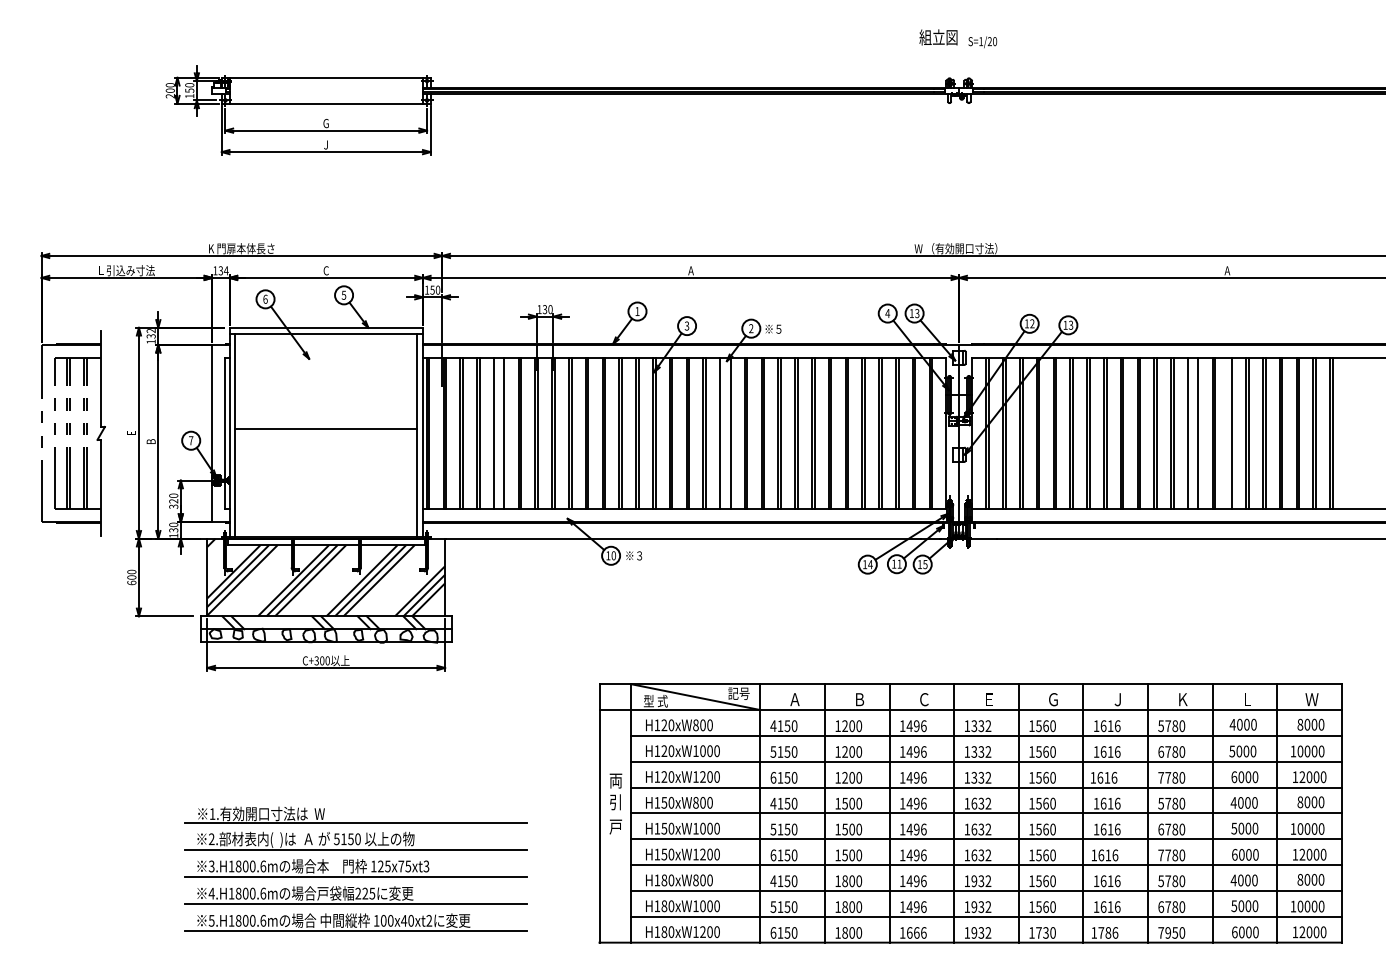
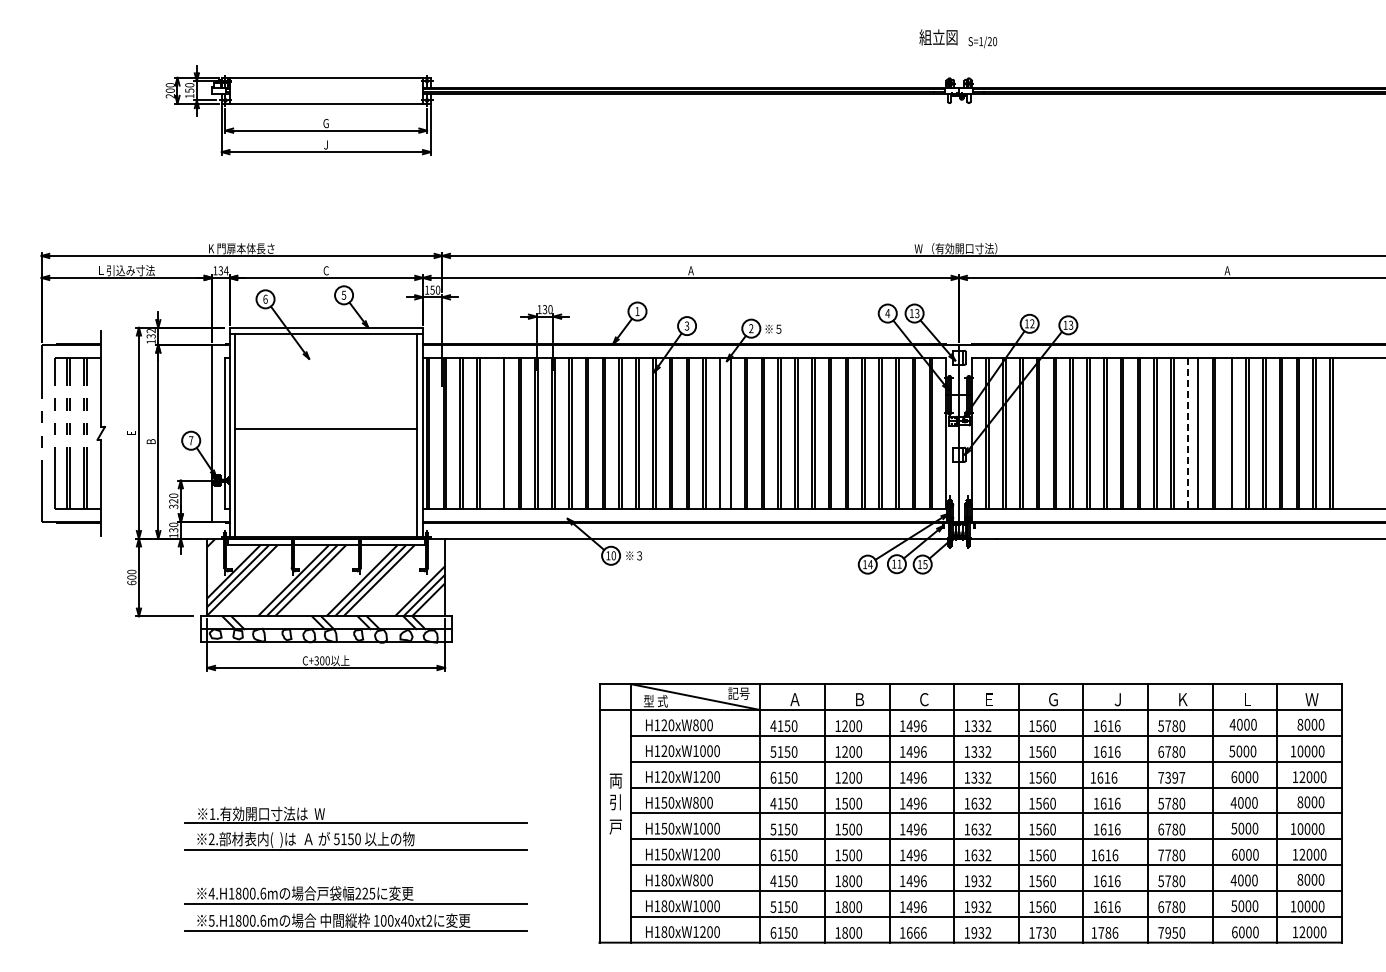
line at (494, 433): present -> none
line at (1188, 433): solid -> dashed
text at (1175, 777): 7780 -> 7397
part at (355, 868): present -> none
